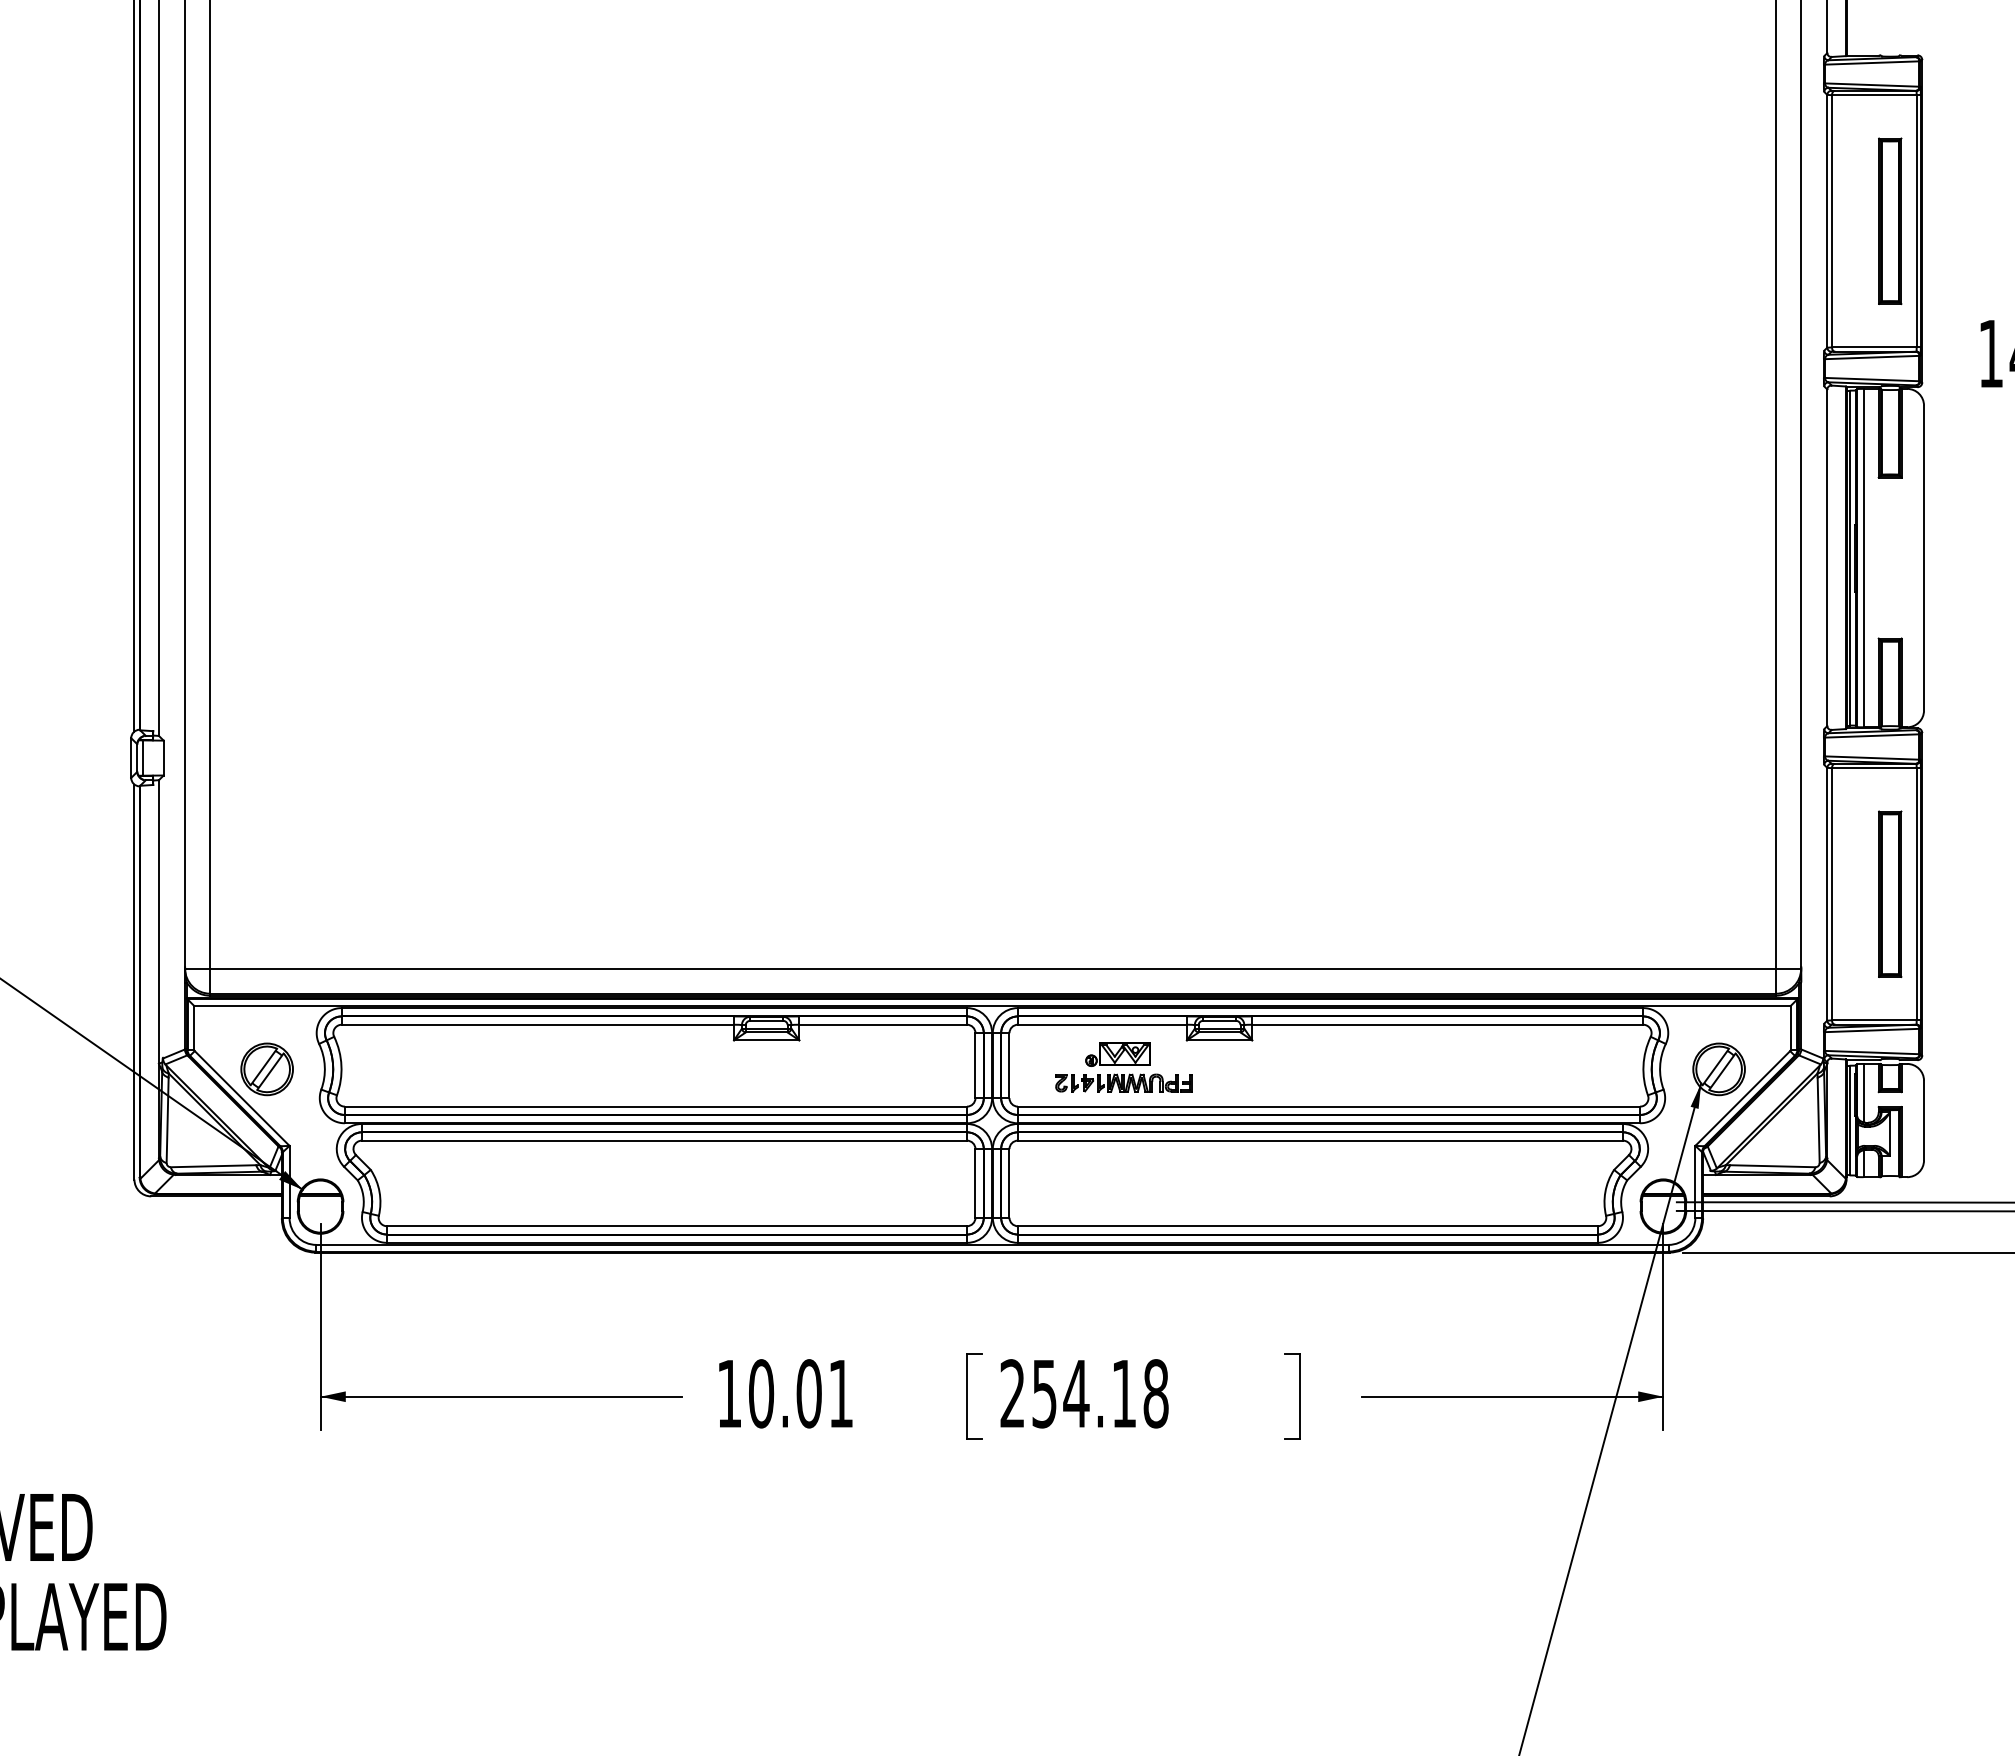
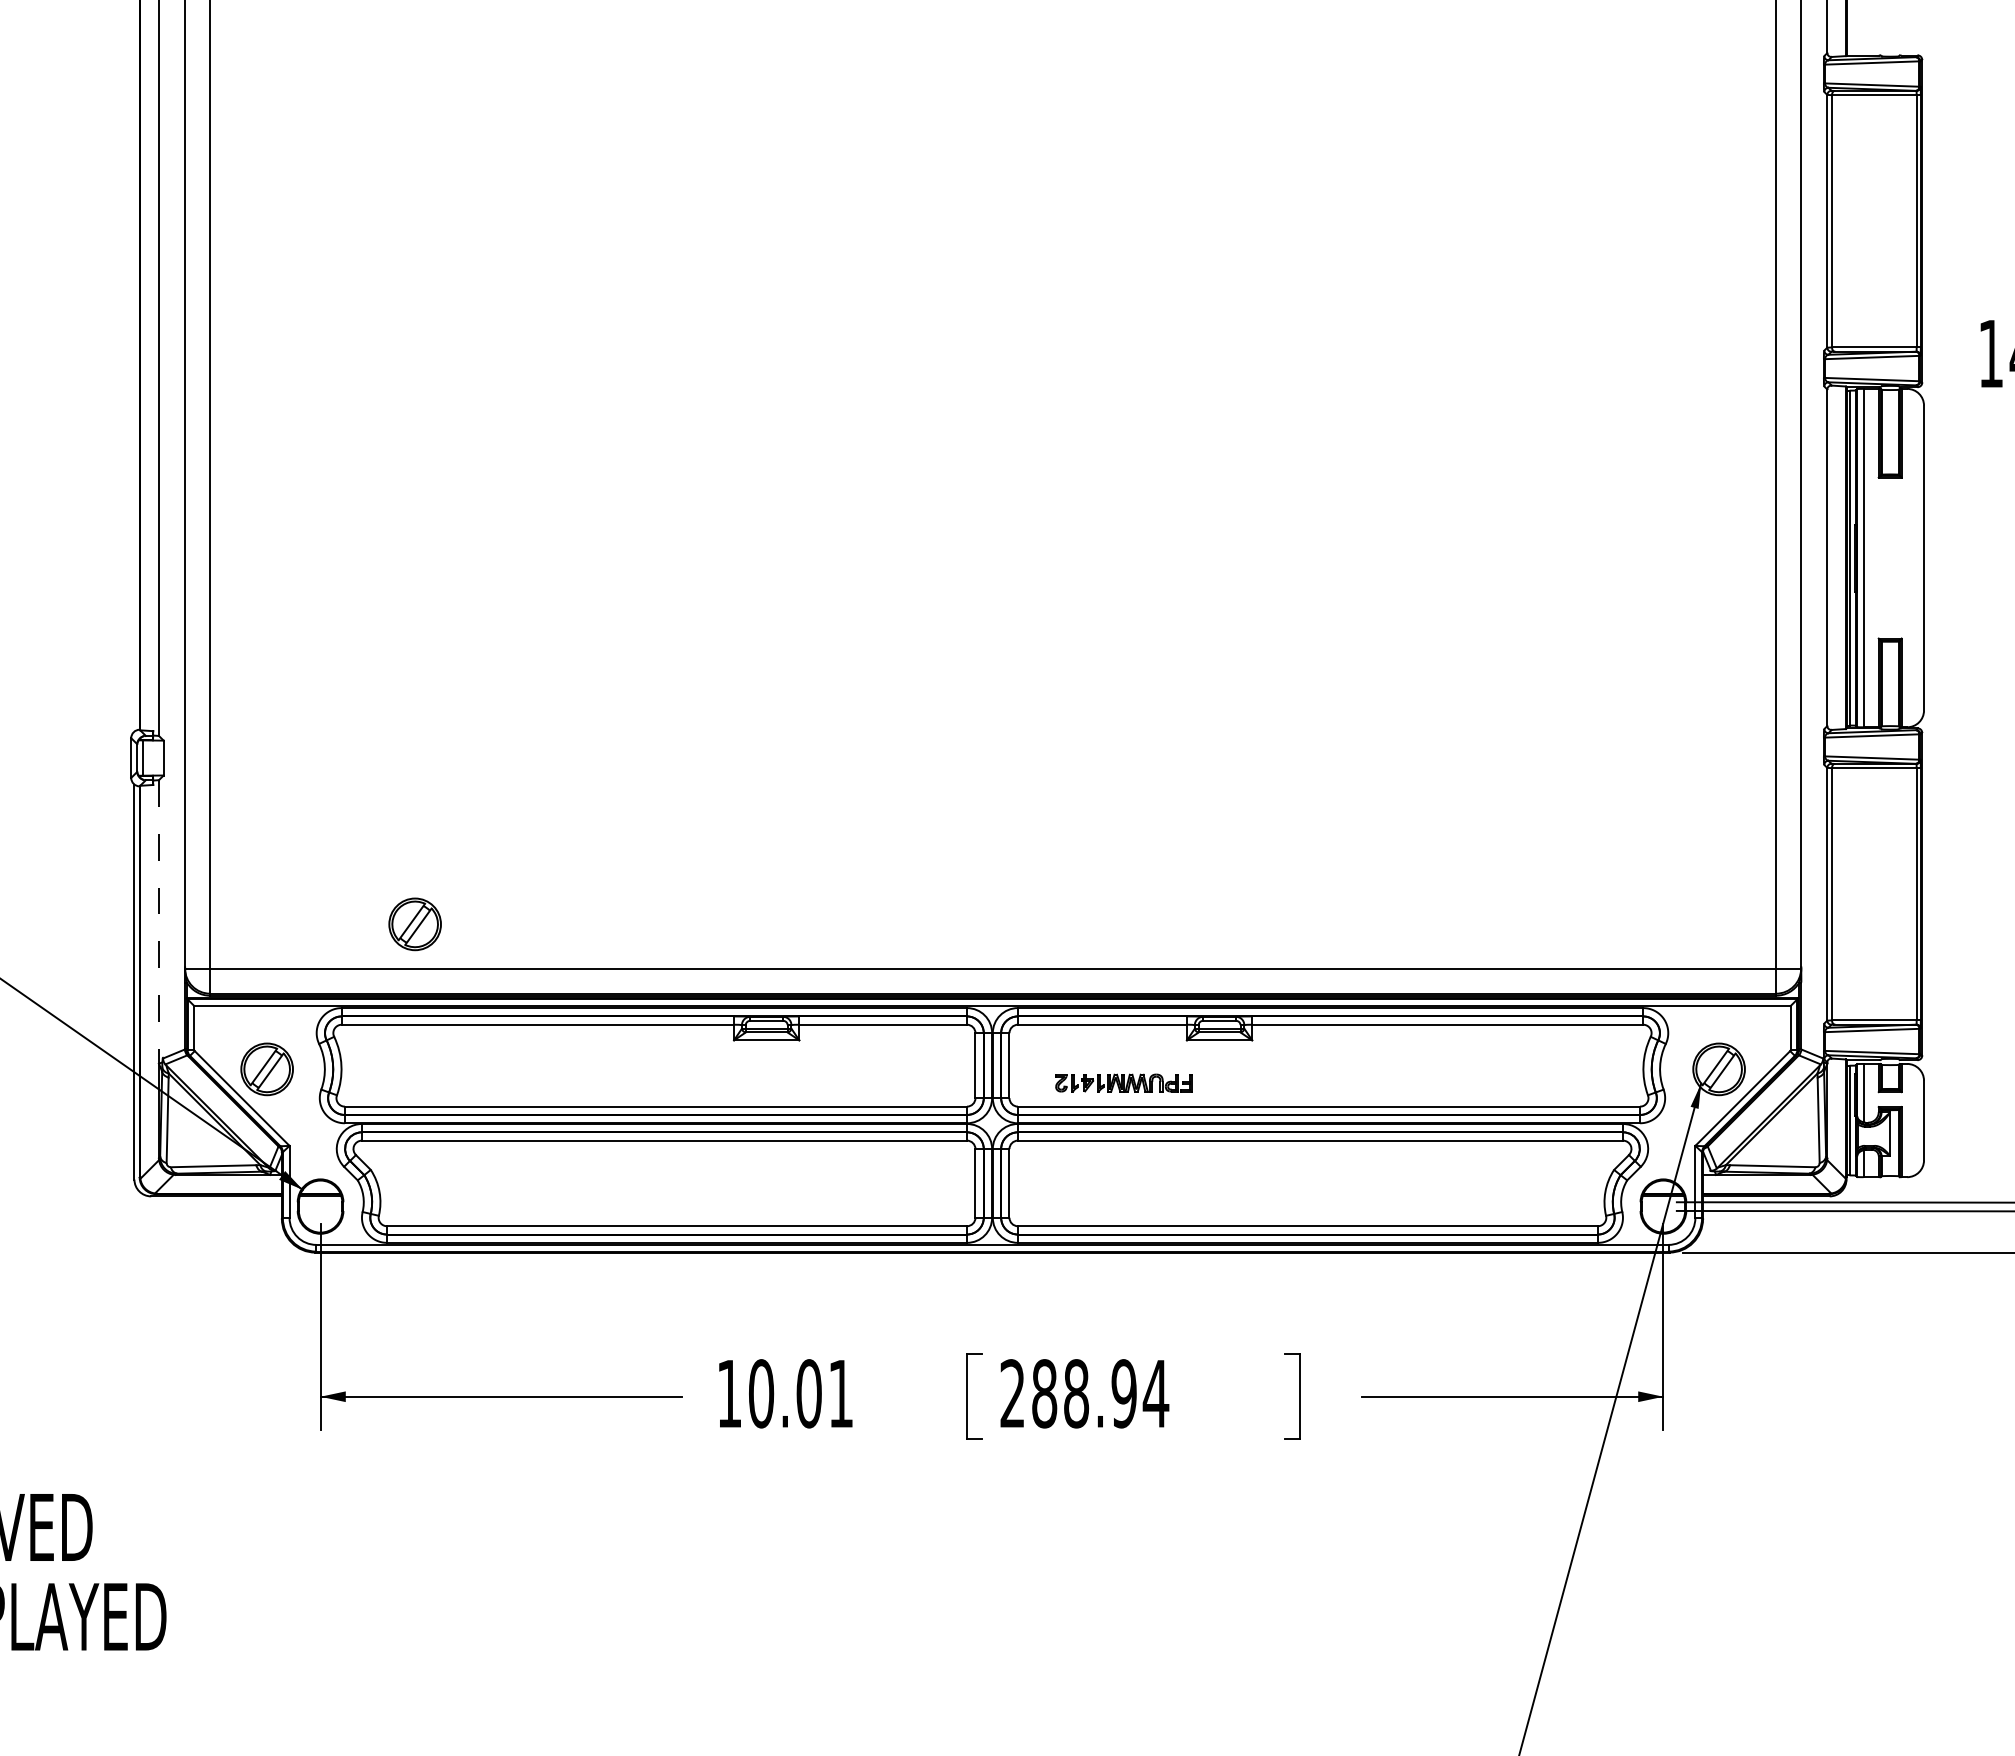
part at (1890, 221): present -> none
line at (134, 366): present -> none
part at (1890, 893): present -> none
line at (158, 922): solid -> dashed
part at (414, 924): none -> present
part at (1117, 1054): present -> none
text at (1100, 1393): 254.18 -> 288.94
